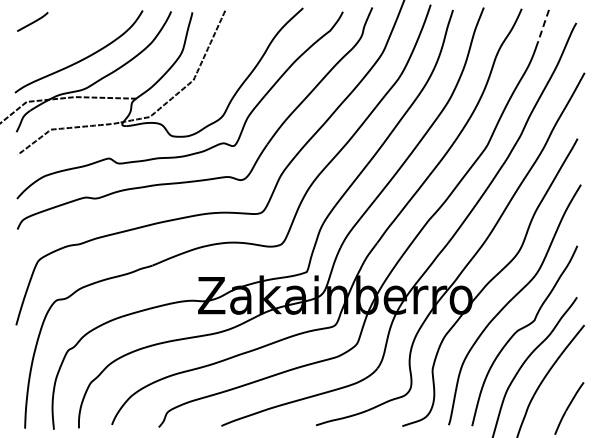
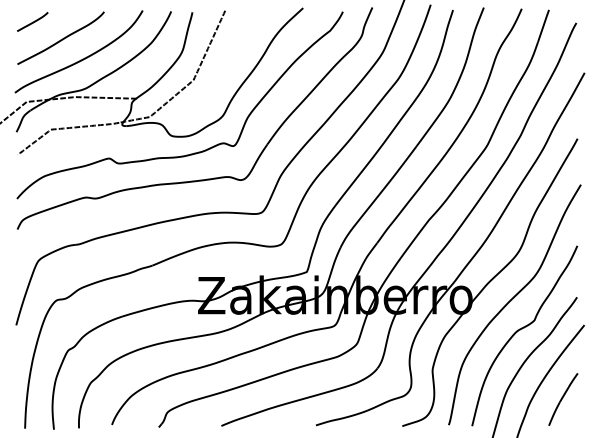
line at (543, 26): dashed -> solid
curve at (60, 39): none -> present
part at (569, 408) position: (569, 408) -> (563, 399)
